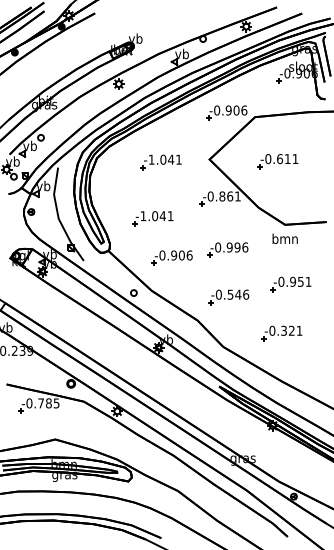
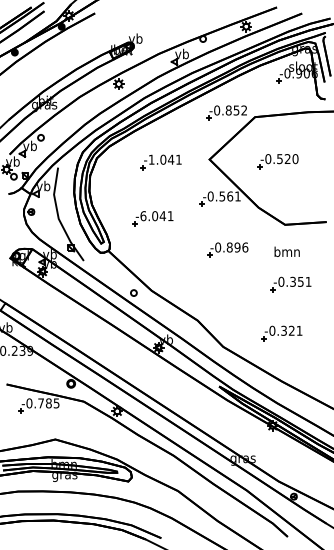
text at (236, 110): -0.906 -> -0.852
text at (287, 159): -0.611 -> -0.520
text at (222, 196): -0.861 -> -0.561
text at (143, 216): -1.041 -> -6.041
text at (284, 238) position: (284, 238) -> (286, 251)
text at (229, 247): -0.996 -> -0.896
part at (171, 257): present -> none
text at (293, 281): -0.951 -> -0.351
part at (228, 297): present -> none
